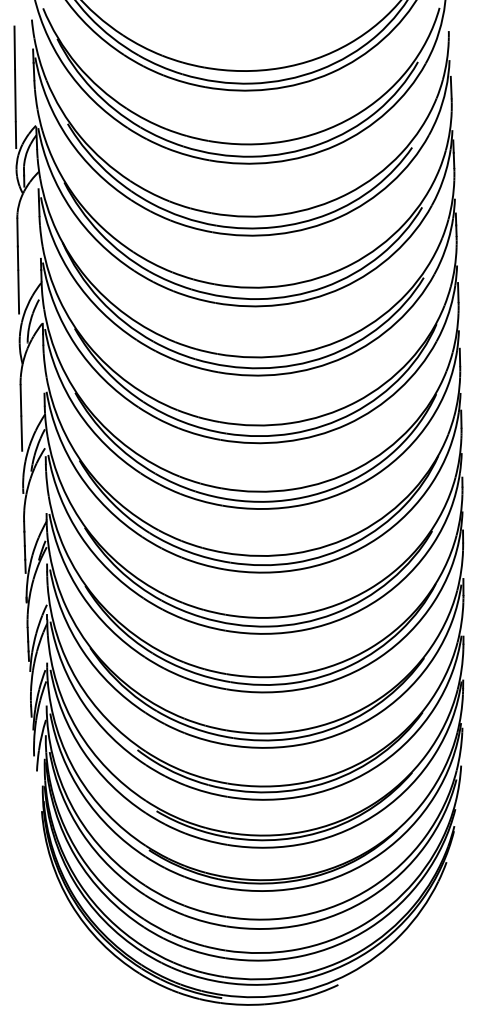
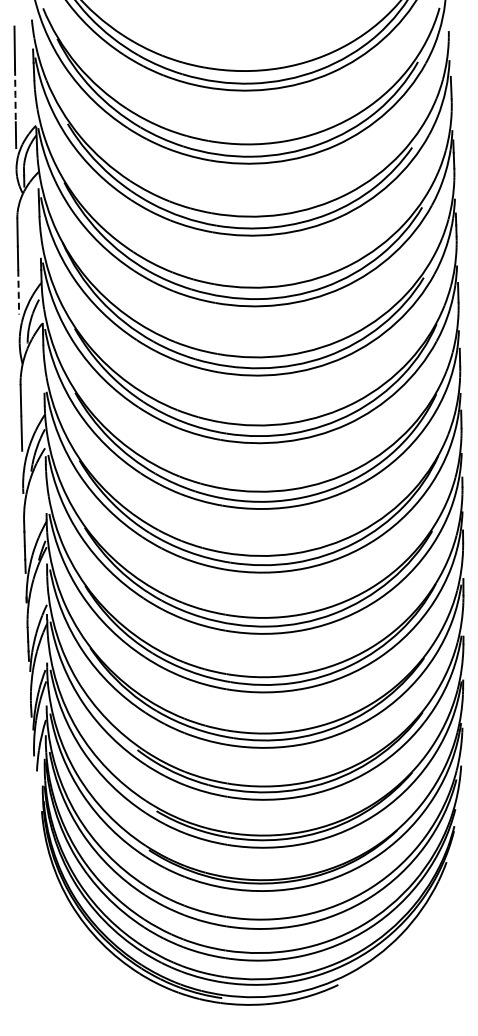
line at (15, 95): solid -> dashed
line at (18, 292): solid -> dashed
